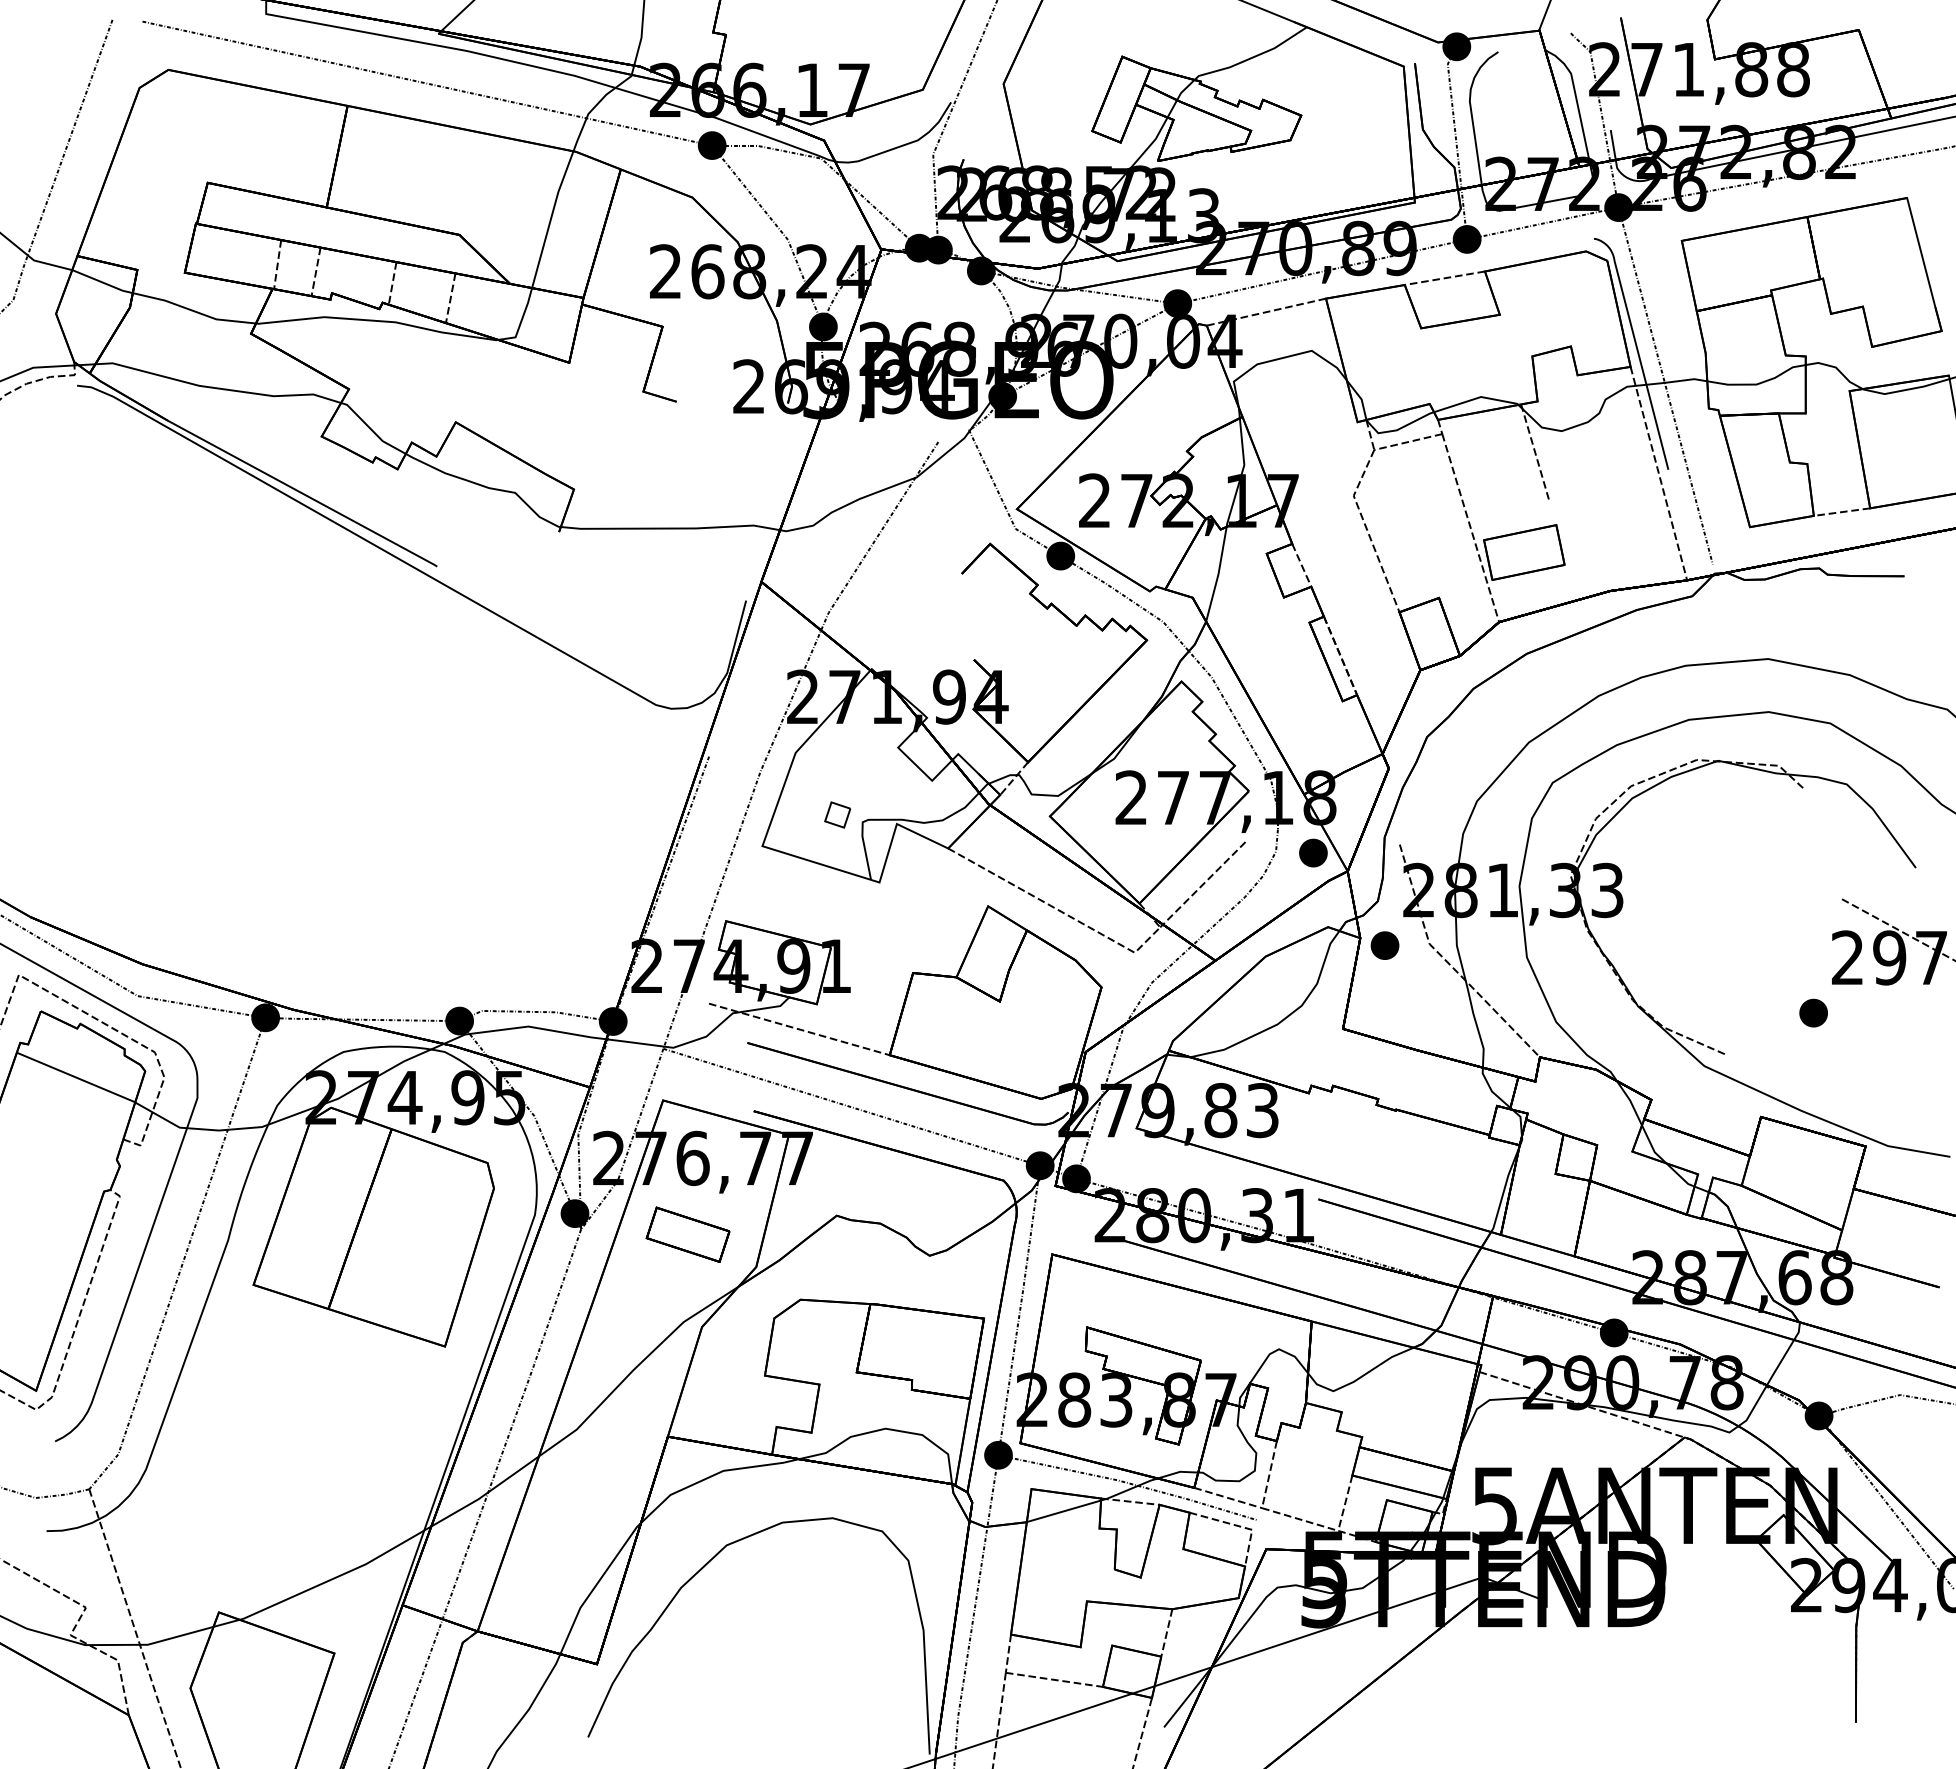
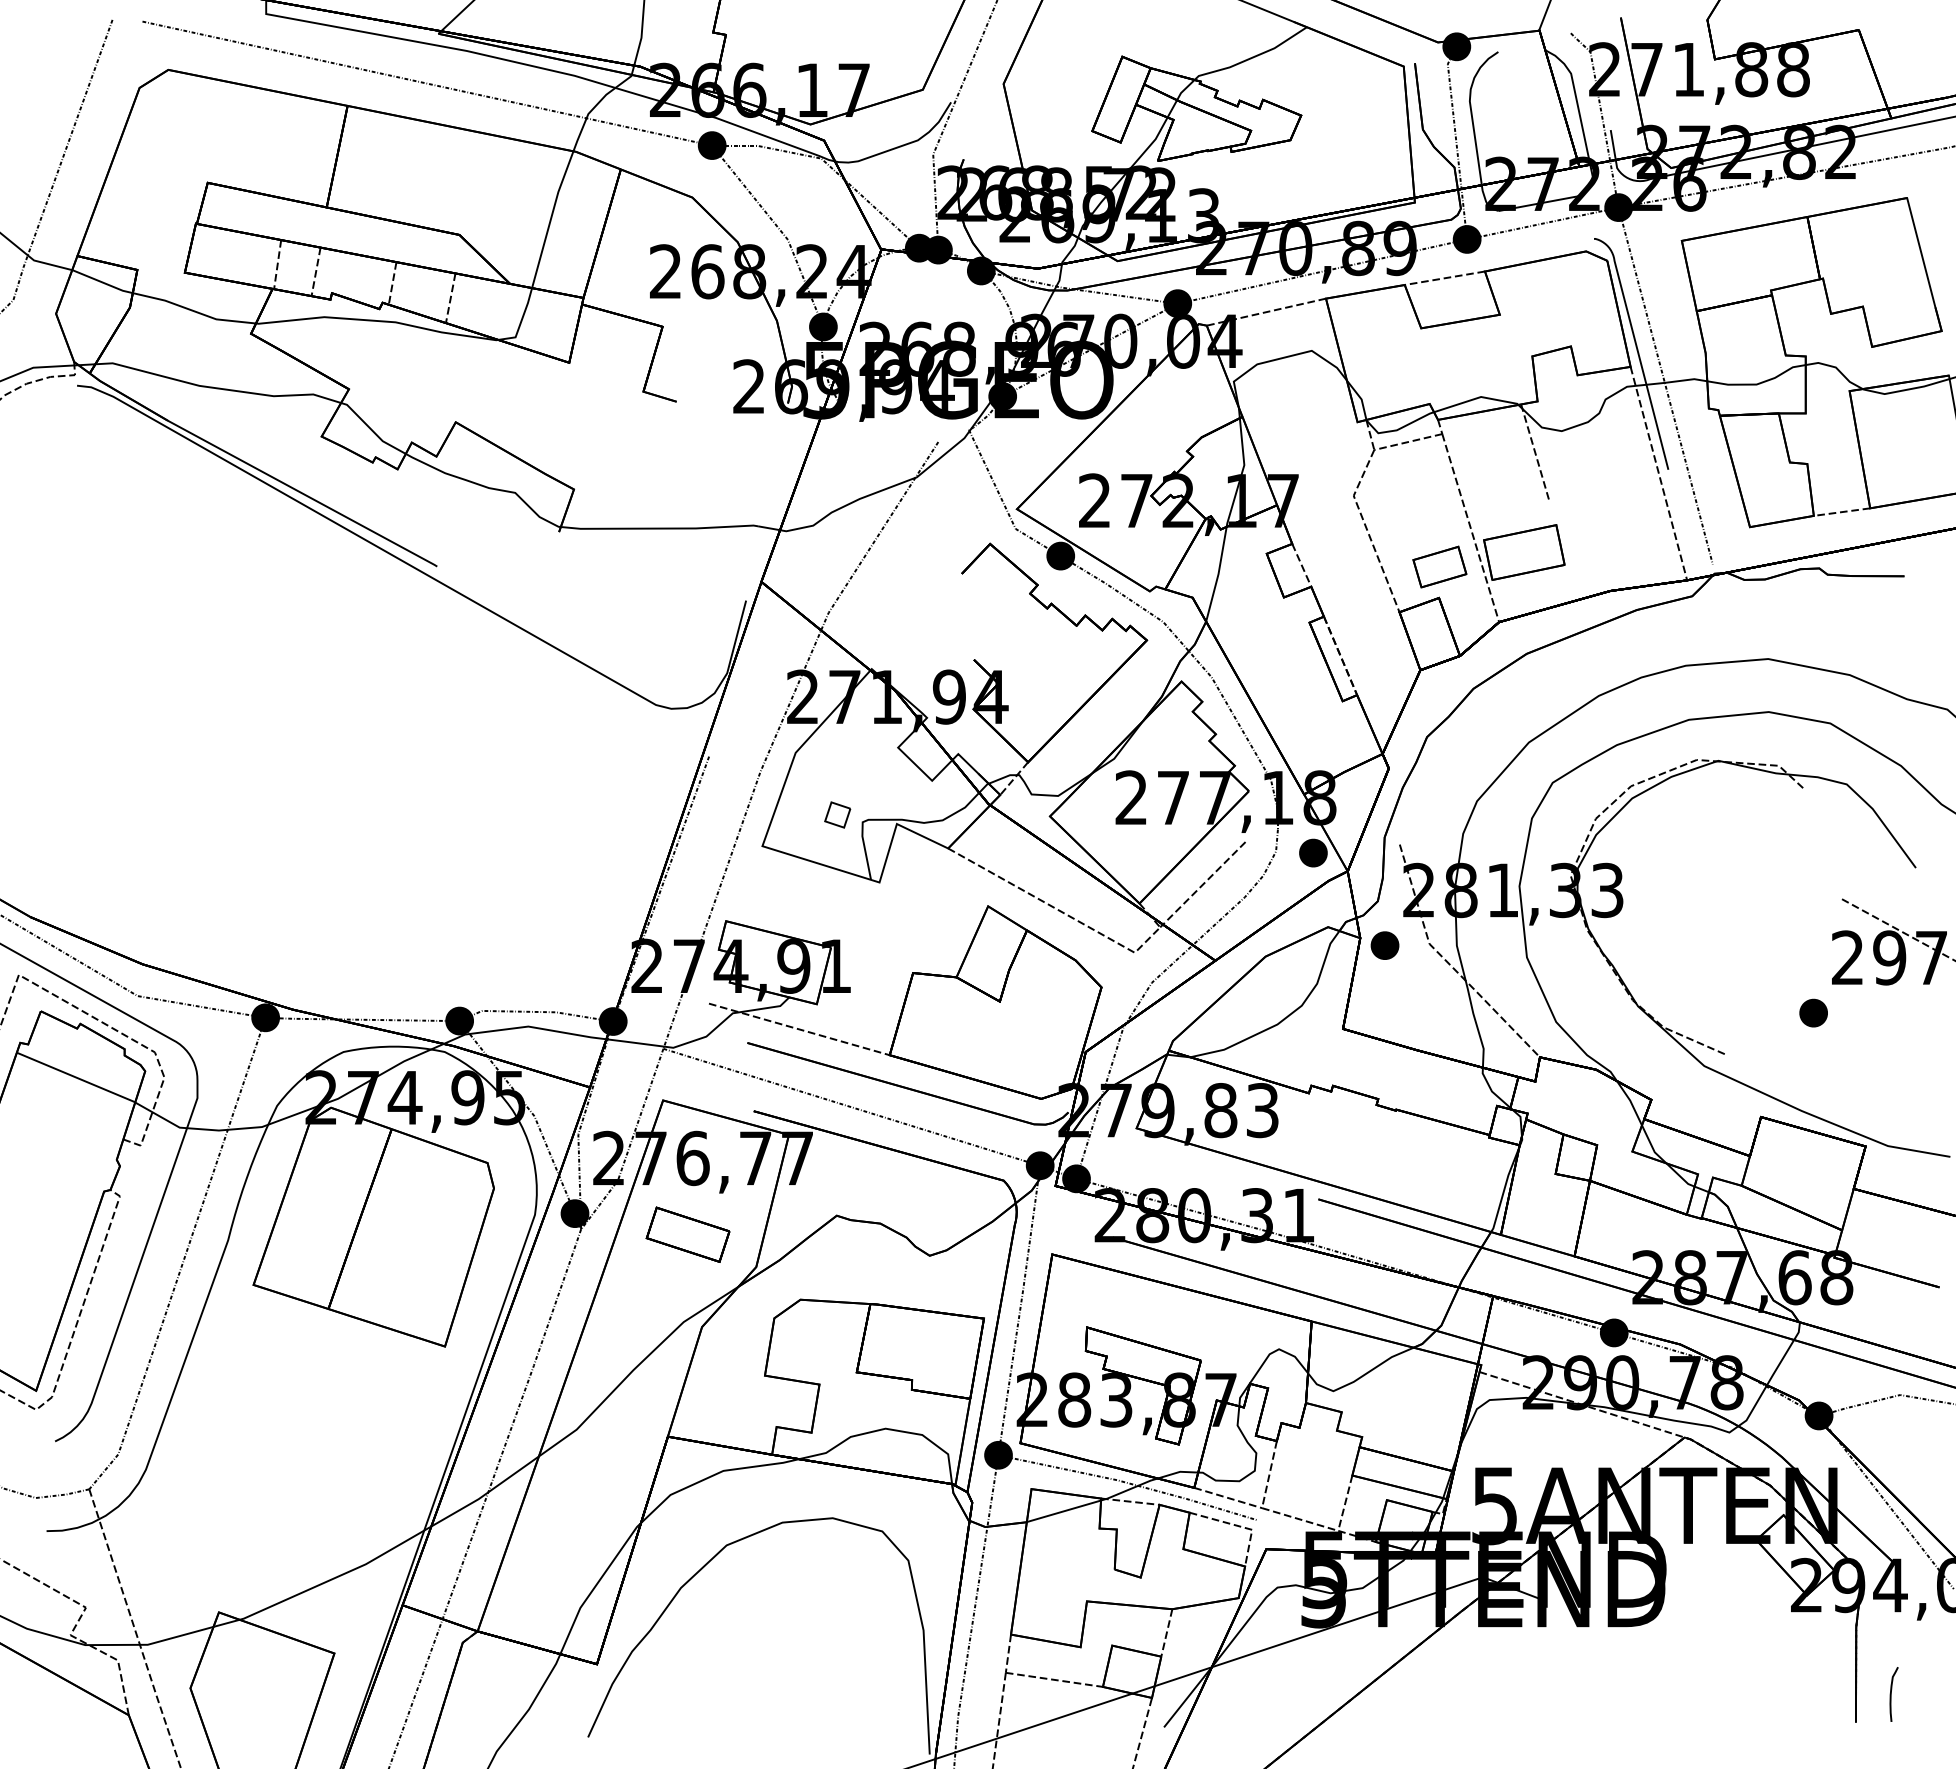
part at (1439, 566): none -> present
curve at (1891, 1694): none -> present
